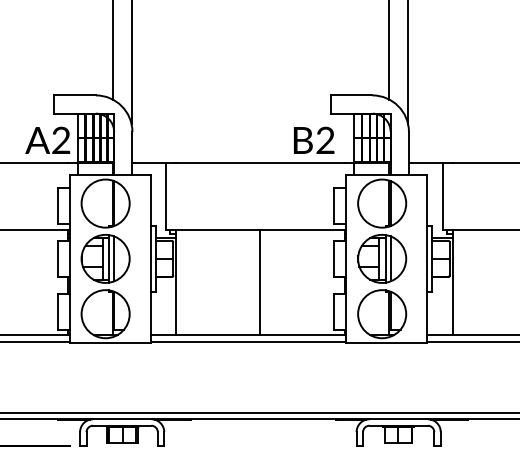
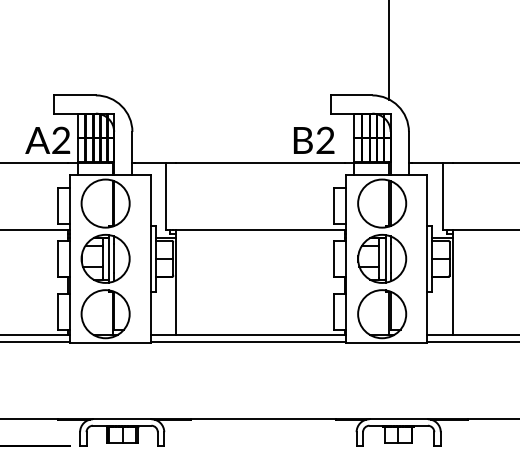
line at (112, 50): present -> none
line at (131, 63): present -> none
line at (408, 63): present -> none
line at (260, 282): present -> none
line at (259, 412): present -> none
